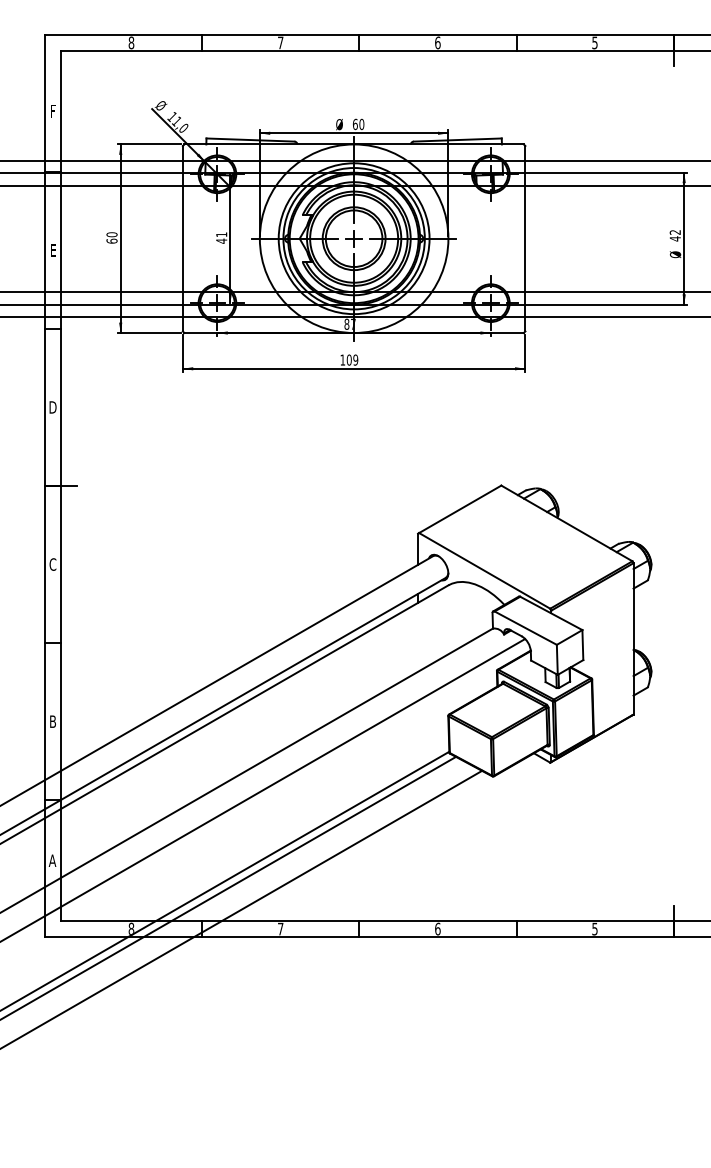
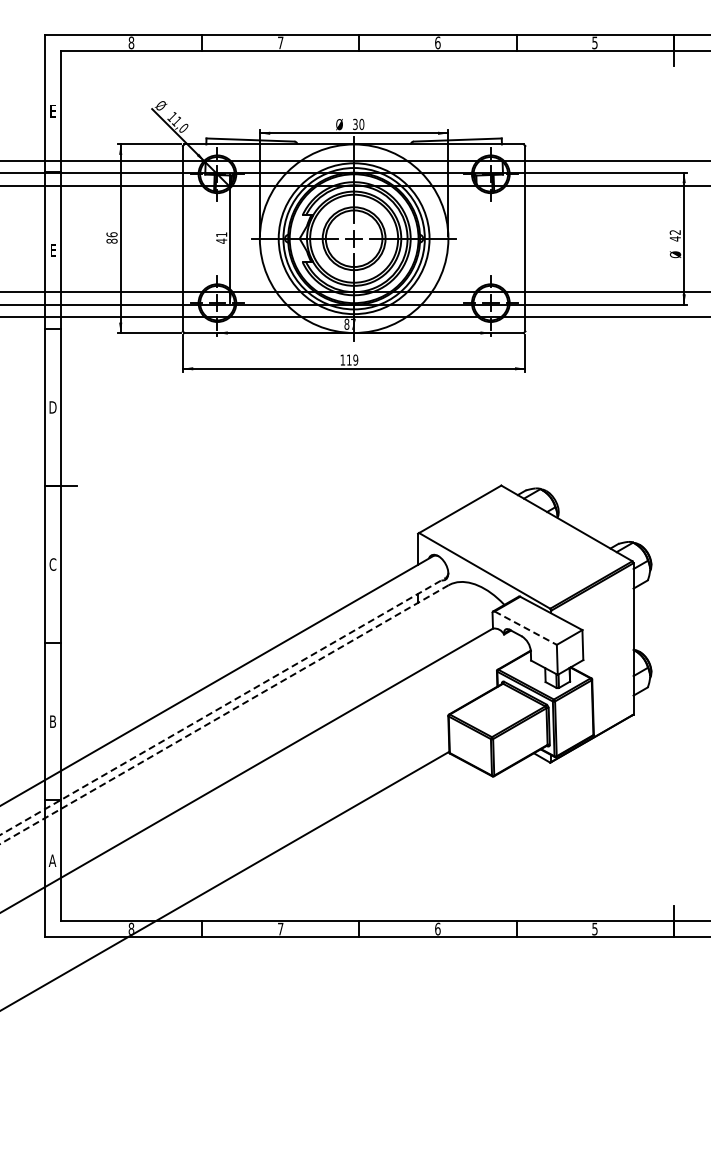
text at (52, 111): F -> E
text at (354, 124): 60 -> 30
text at (111, 237): 60 -> 86
text at (348, 359): 109 -> 119
line at (526, 628): solid -> dashed
line at (223, 706): solid -> dashed
line at (224, 714): solid -> dashed
line at (263, 789): present -> none
line at (229, 887): present -> none
line at (242, 908): present -> none
